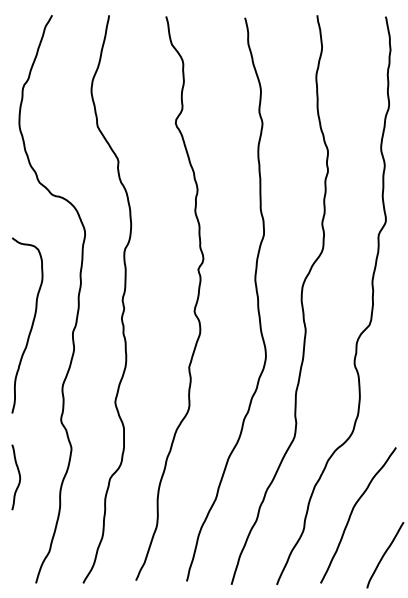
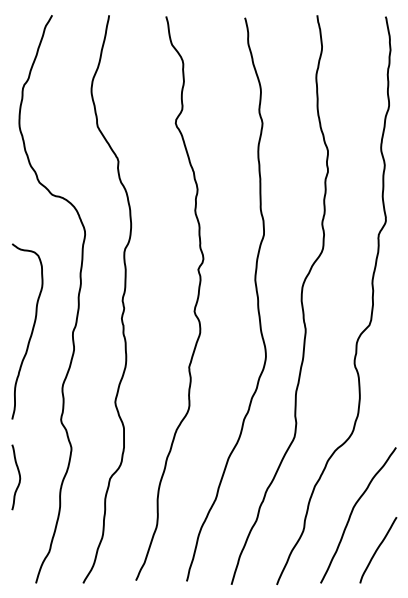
curve at (31, 325) position: (31, 325) -> (31, 331)
curve at (385, 554) position: (385, 554) -> (378, 549)
